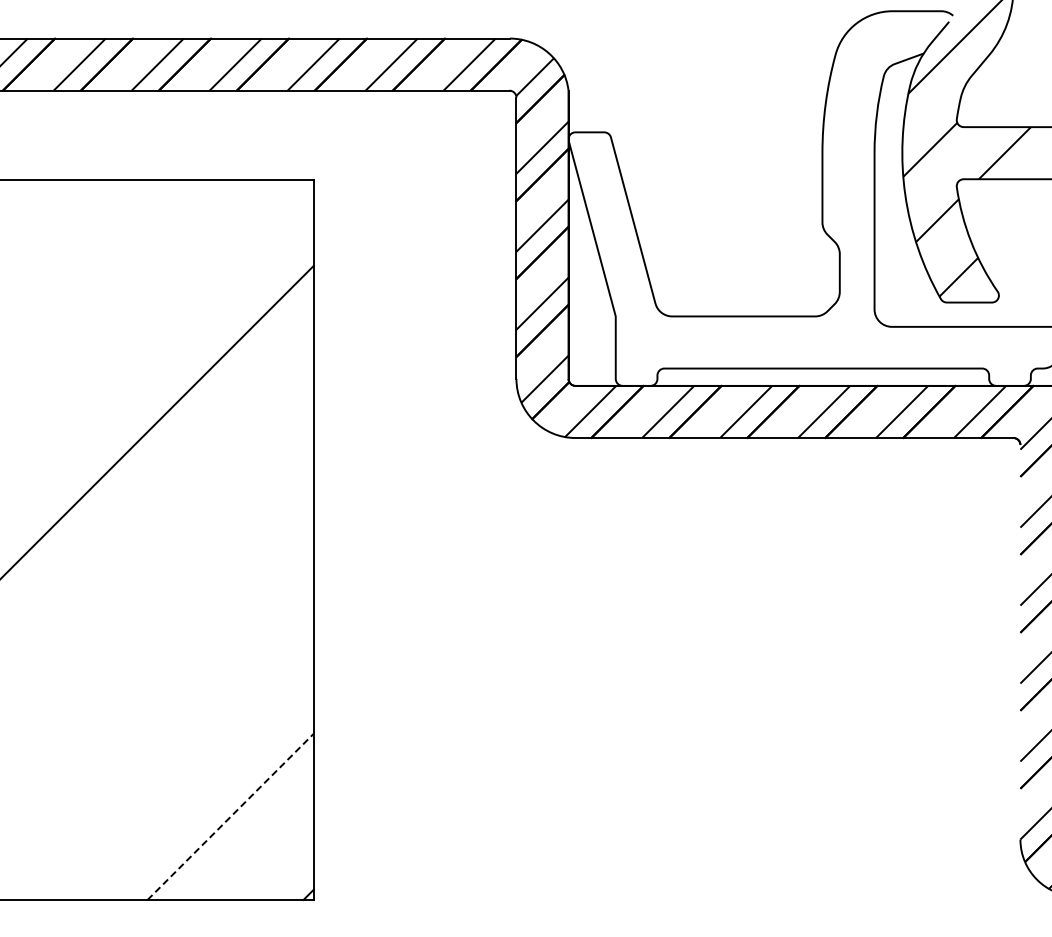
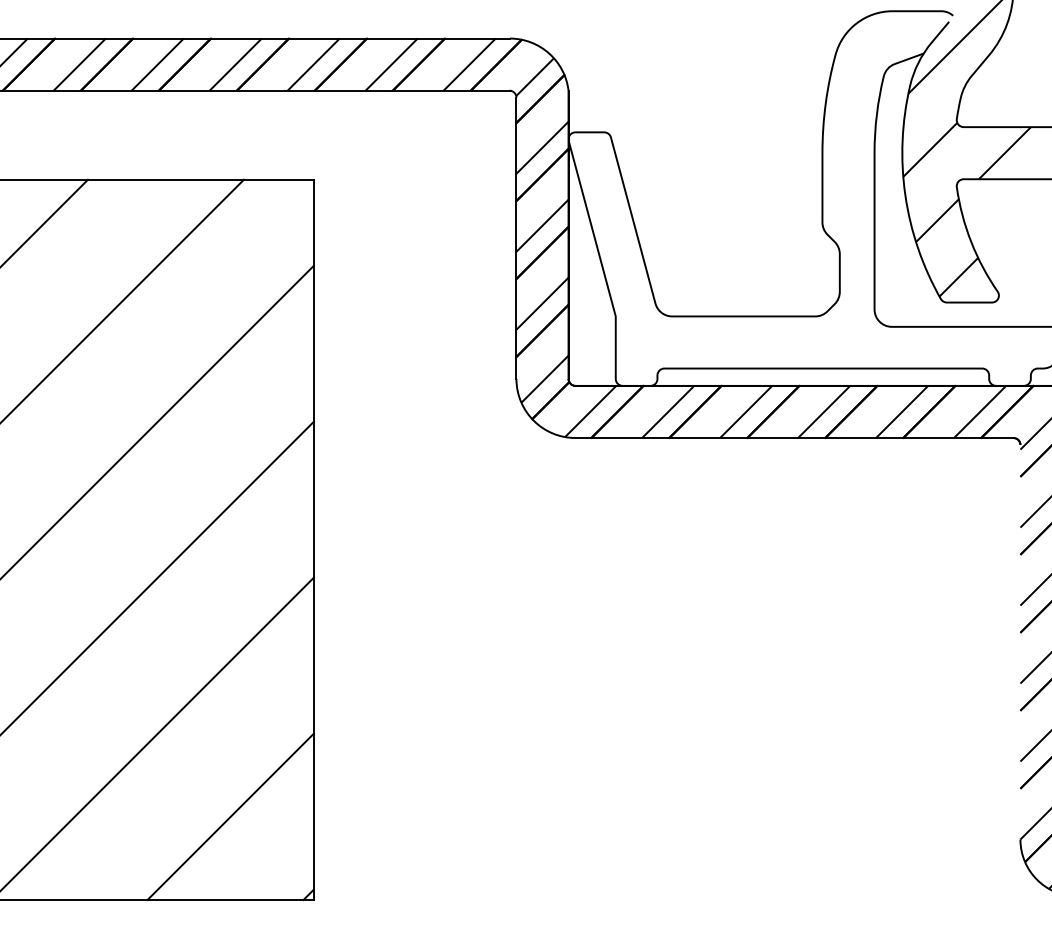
line at (45, 222): none -> present
line at (122, 300): none -> present
line at (157, 577): none -> present
line at (157, 733): none -> present
line at (230, 816): dashed -> solid
